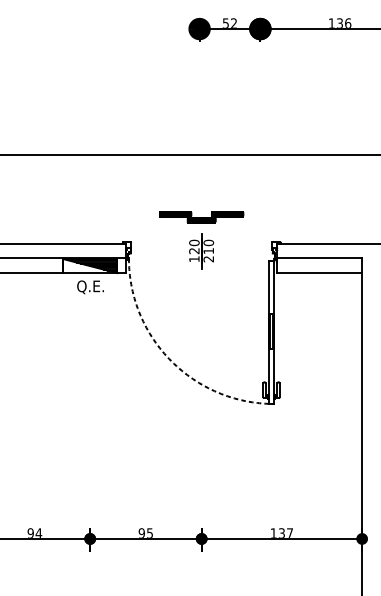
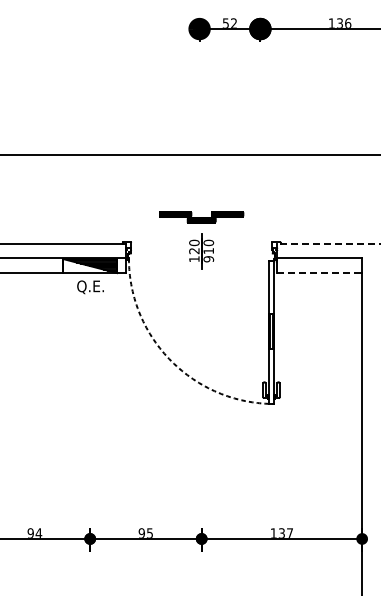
line at (329, 243): solid -> dashed
text at (208, 259): 210 -> 910
line at (320, 273): solid -> dashed
